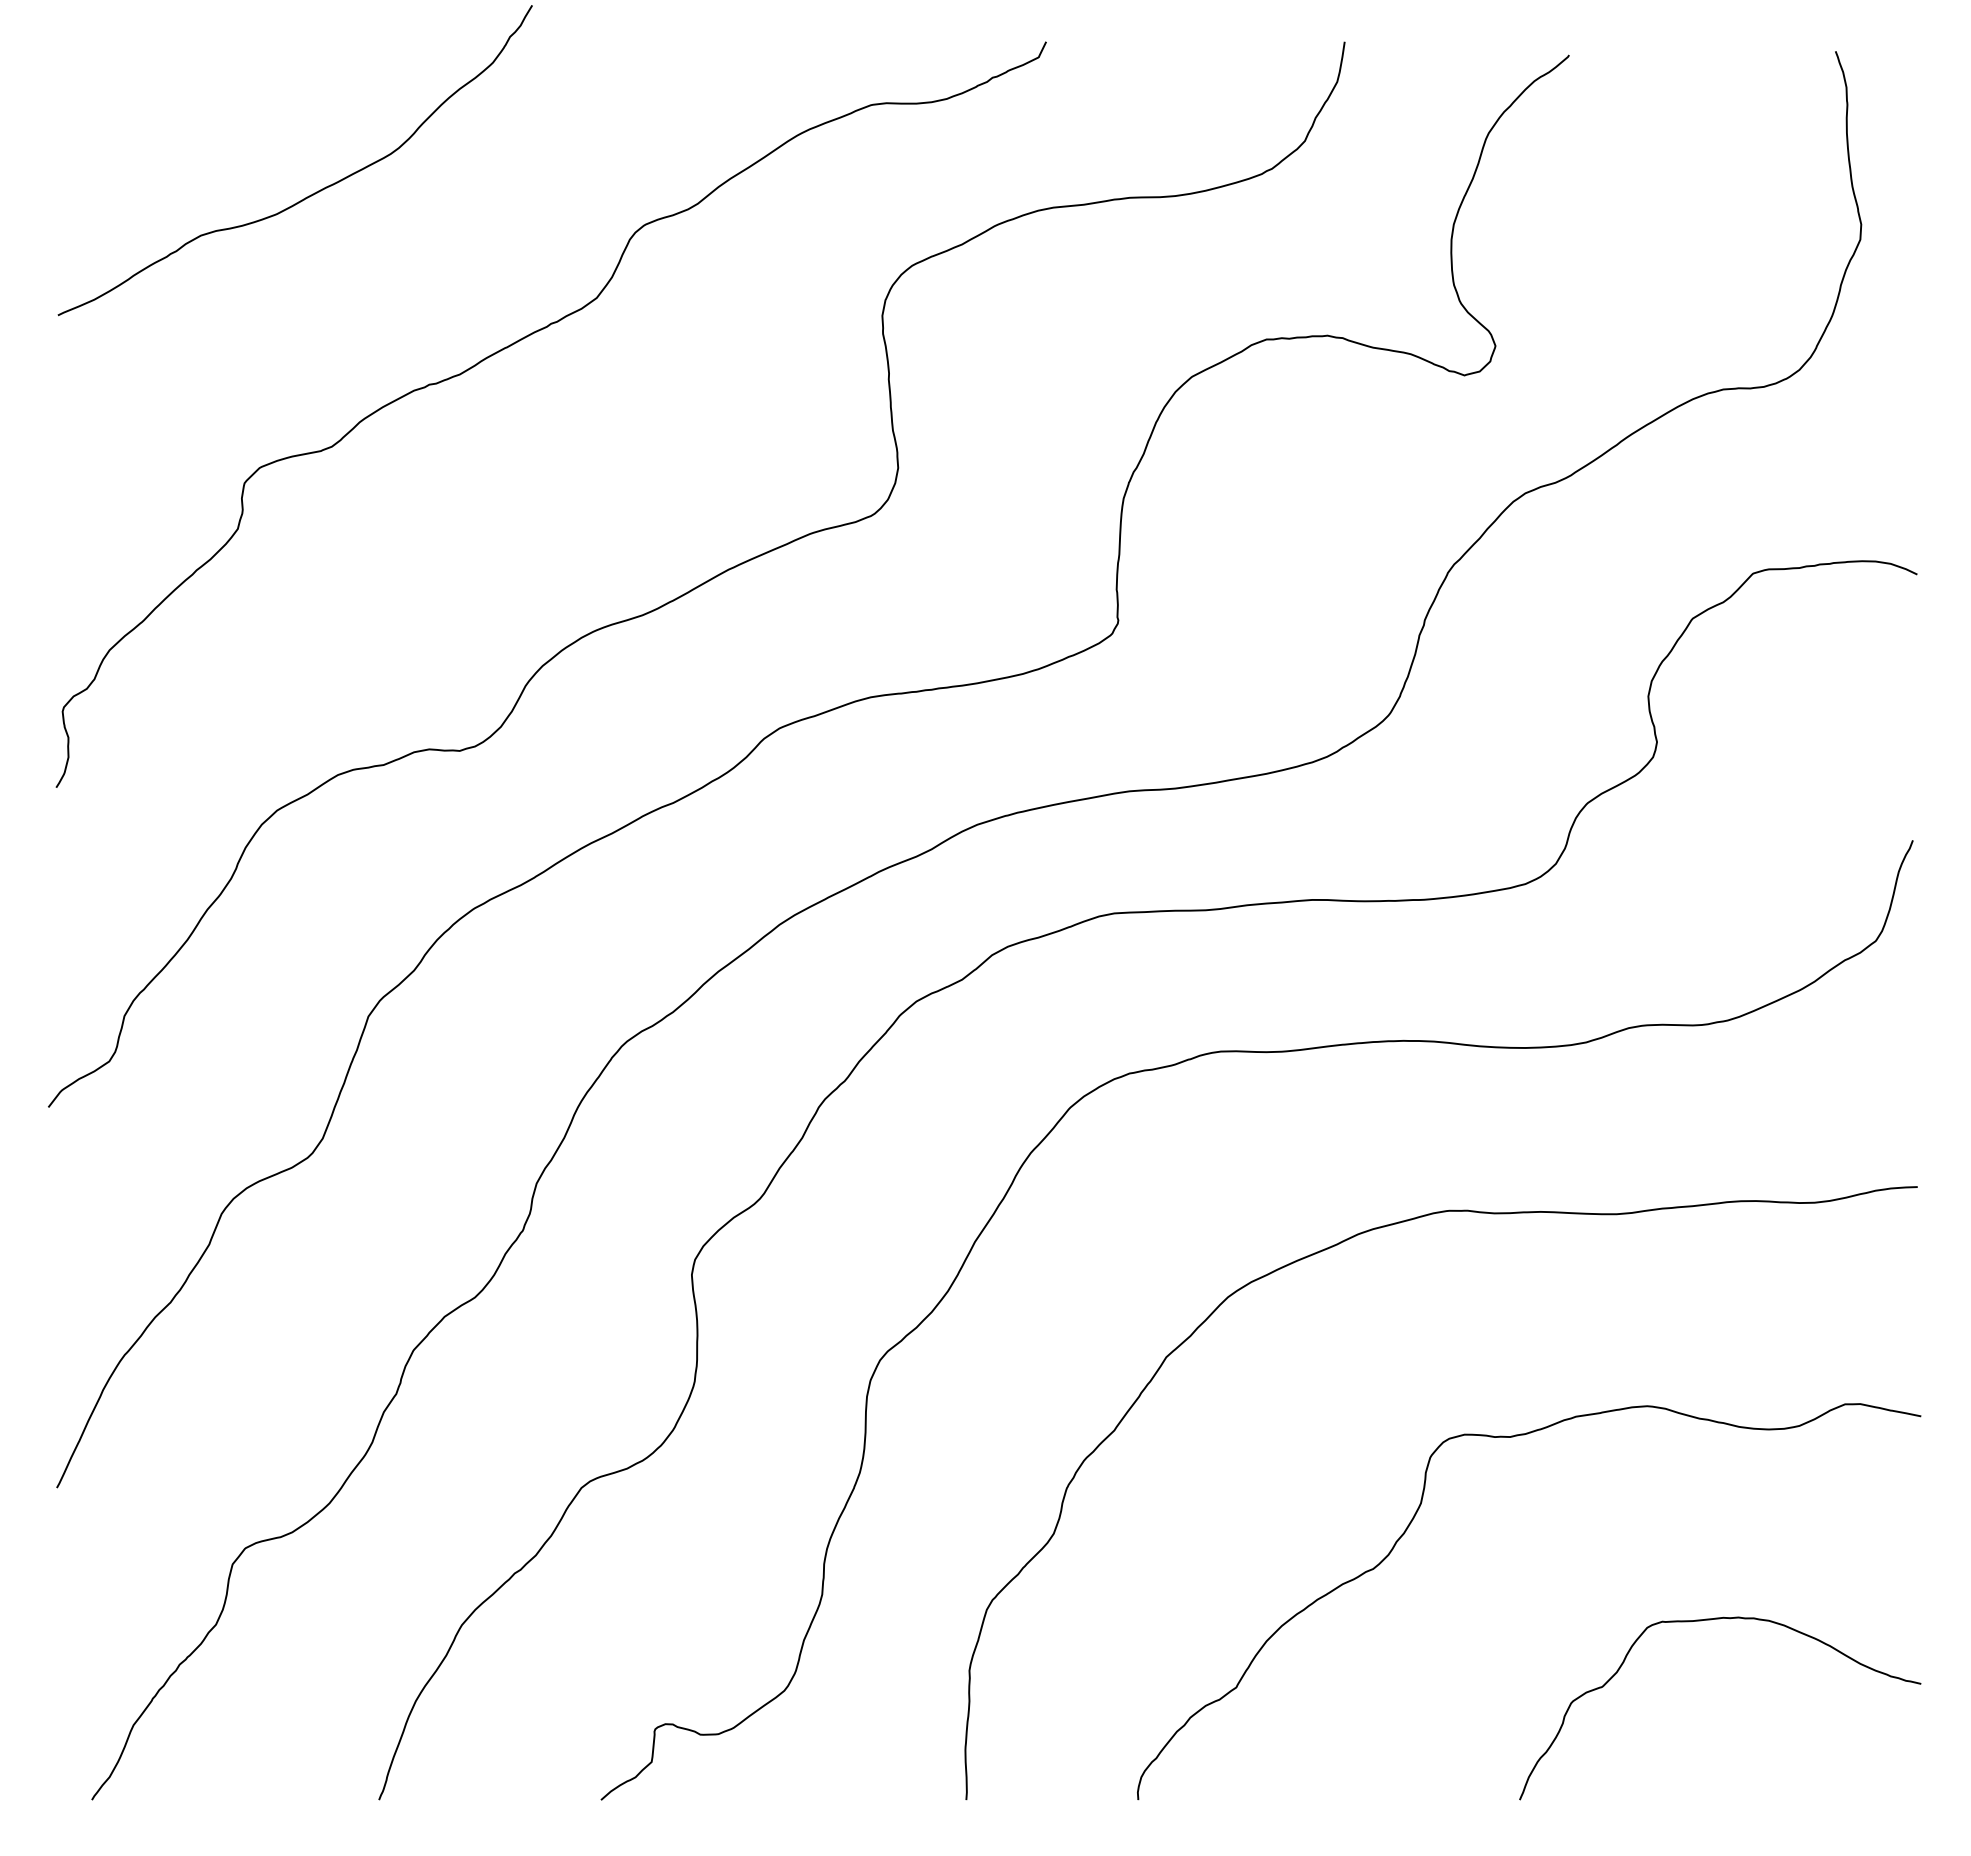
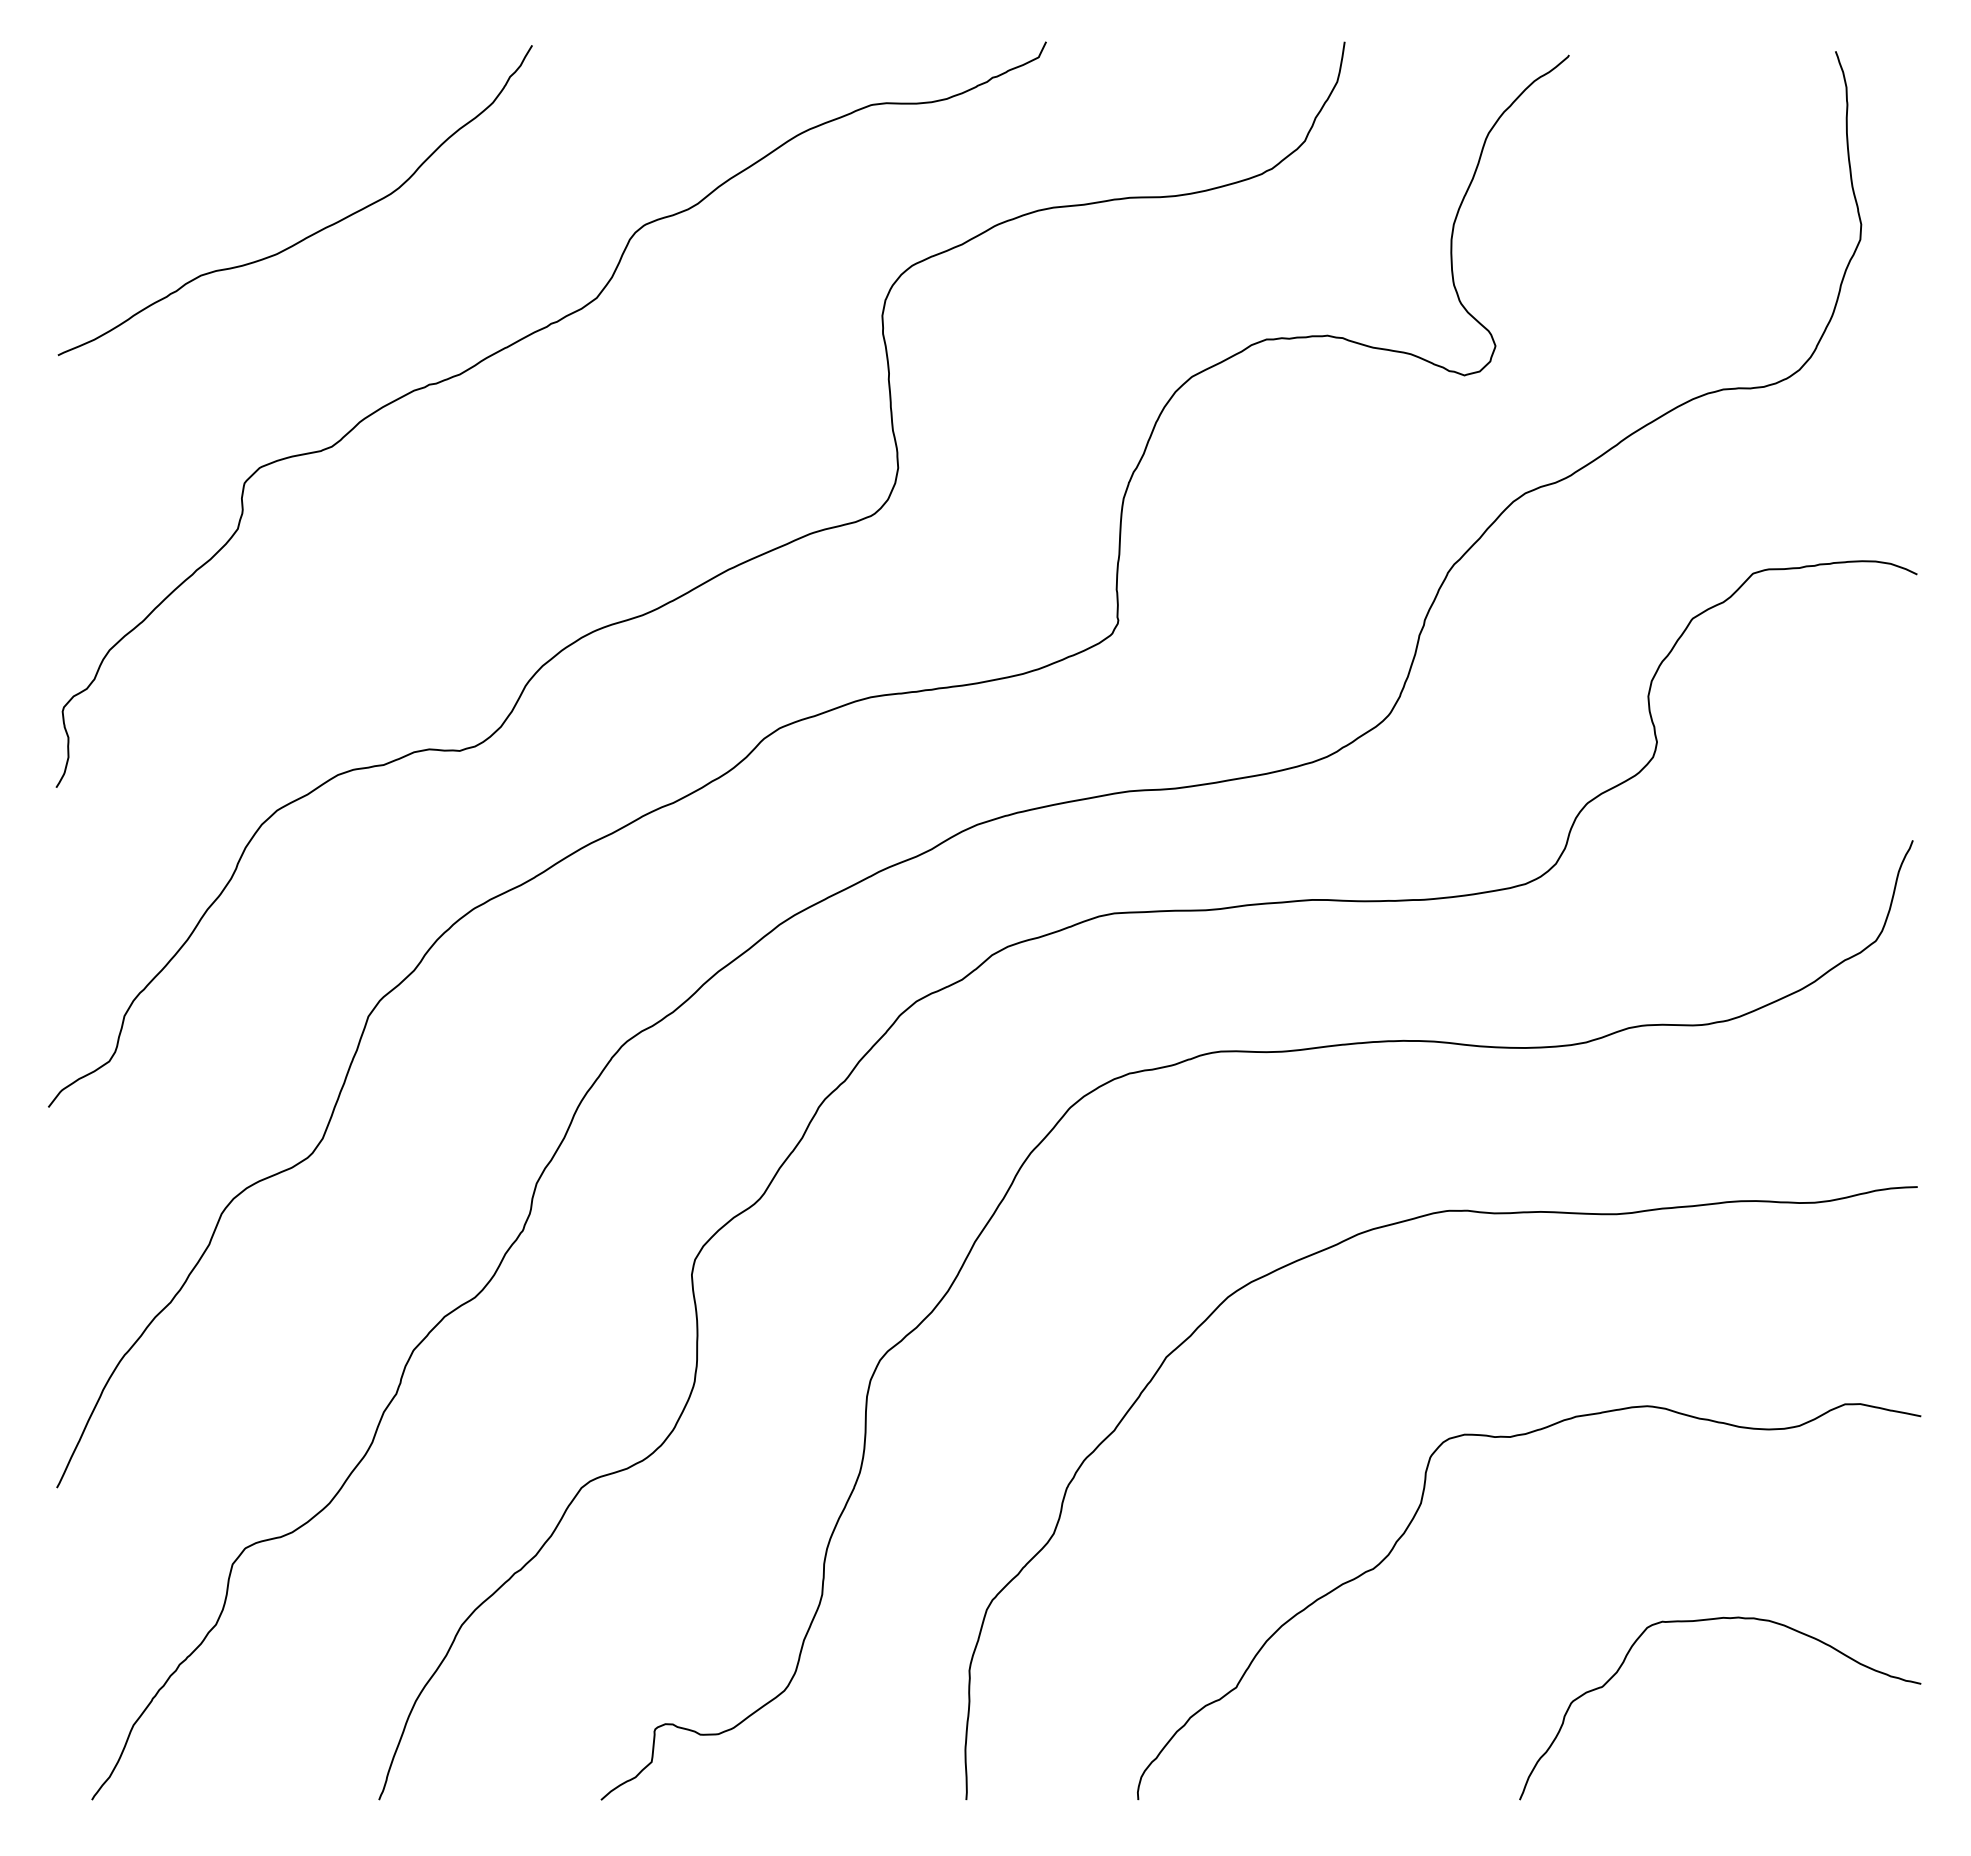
curve at (310, 194) position: (310, 194) -> (310, 234)
